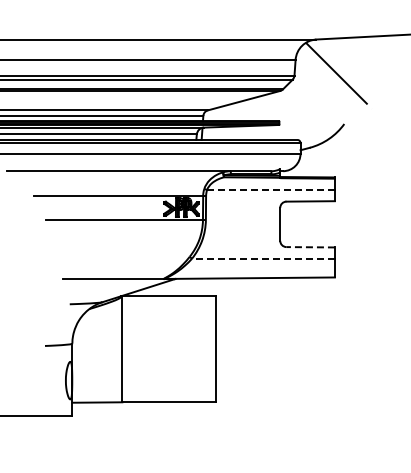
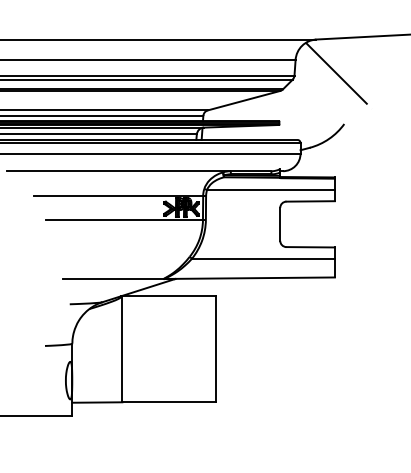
line at (271, 189): dashed -> solid
line at (310, 247): dashed -> solid
line at (262, 258): dashed -> solid
